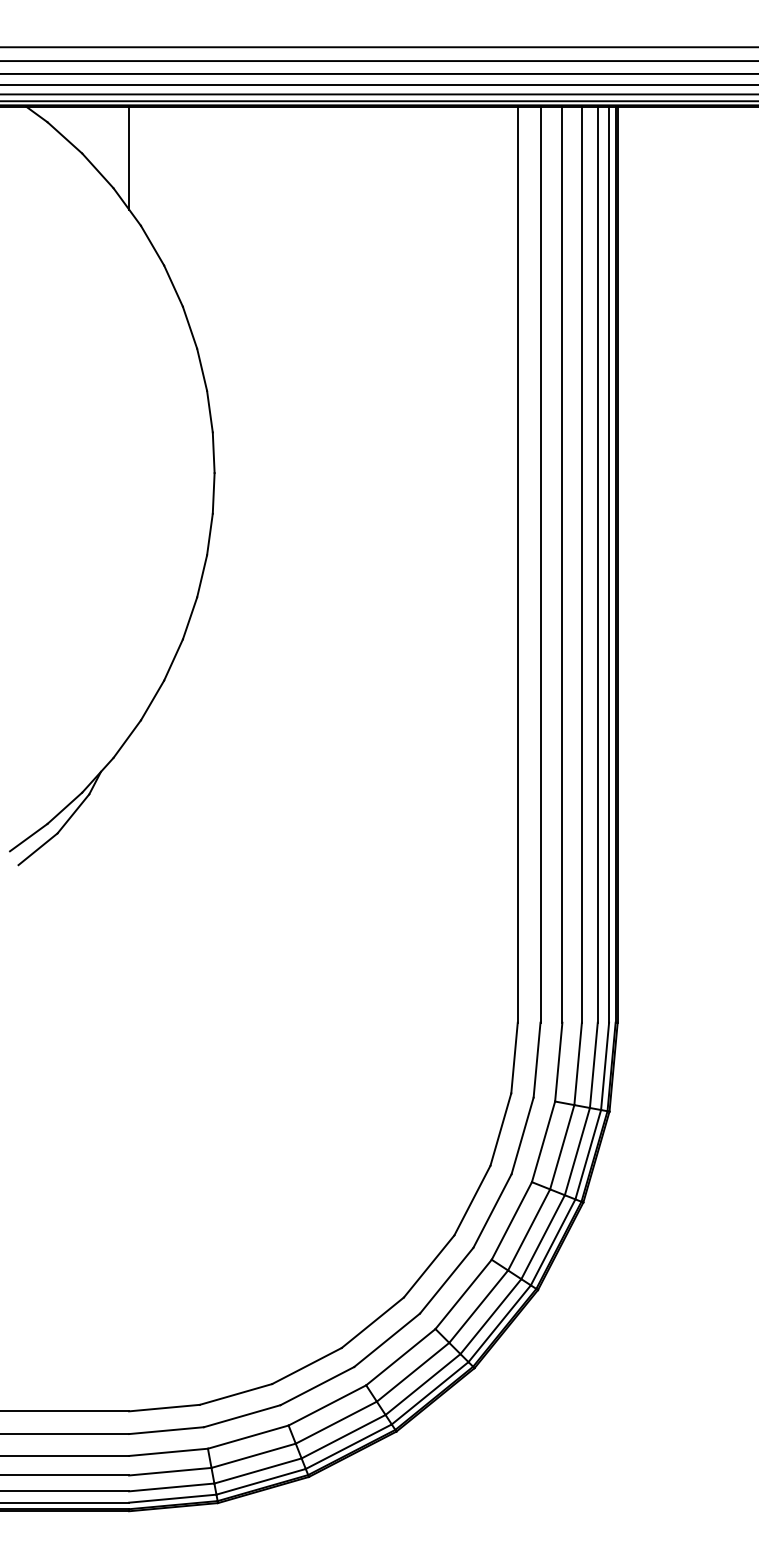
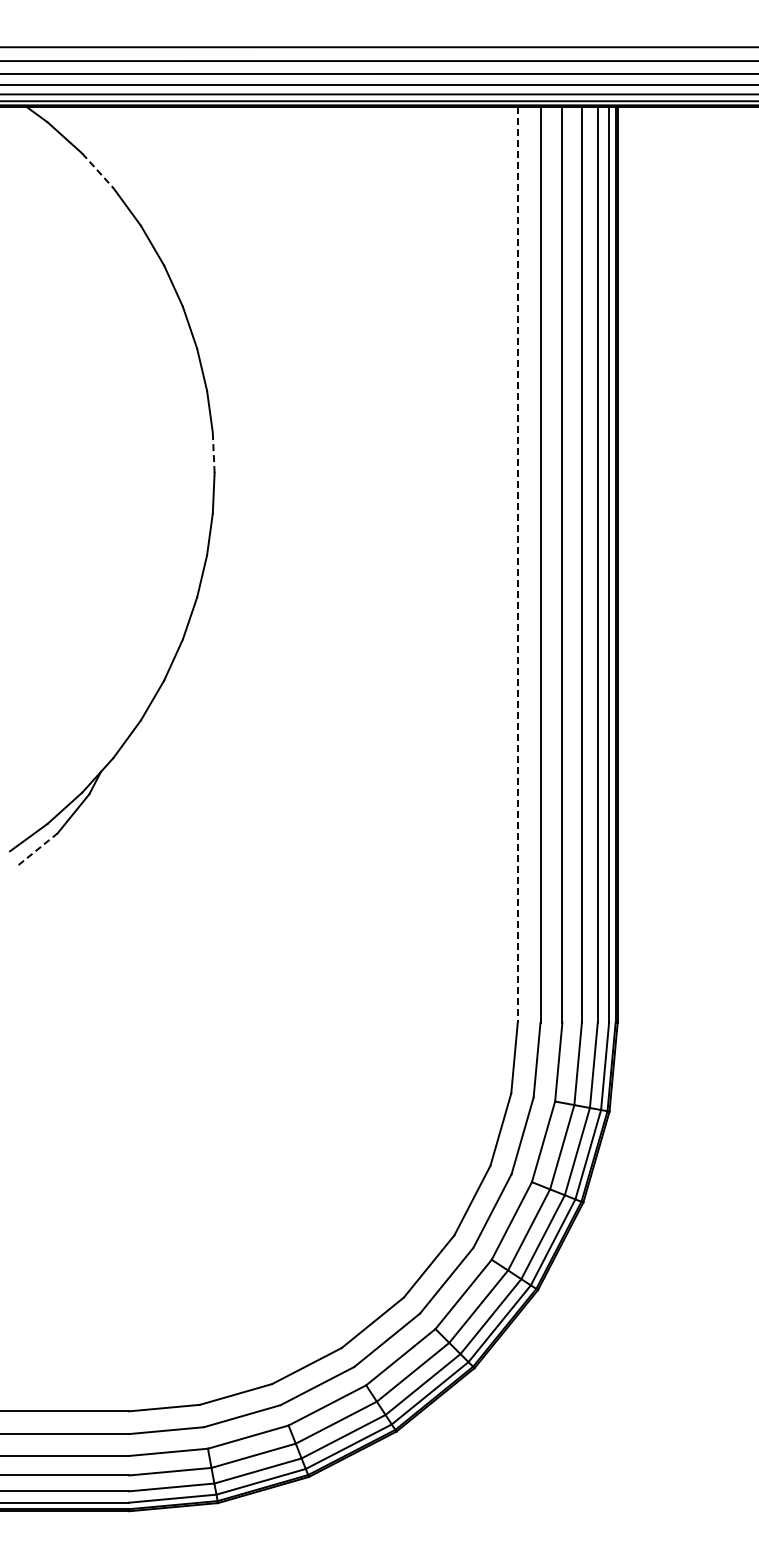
line at (129, 157): present -> none
line at (98, 171): solid -> dashed
line at (213, 452): solid -> dashed
line at (517, 565): solid -> dashed
line at (38, 848): solid -> dashed
